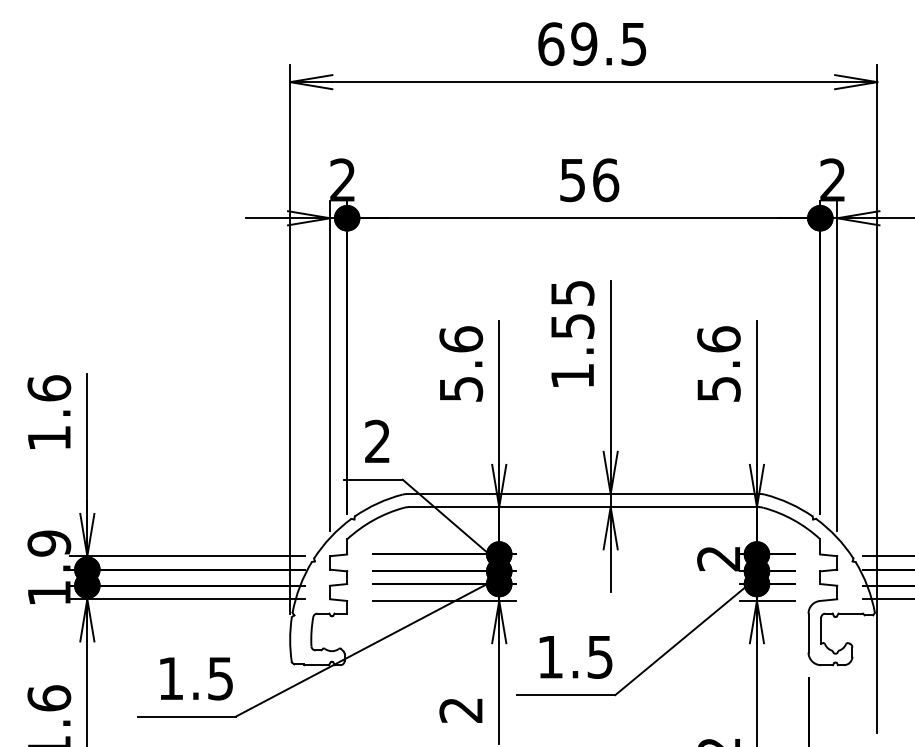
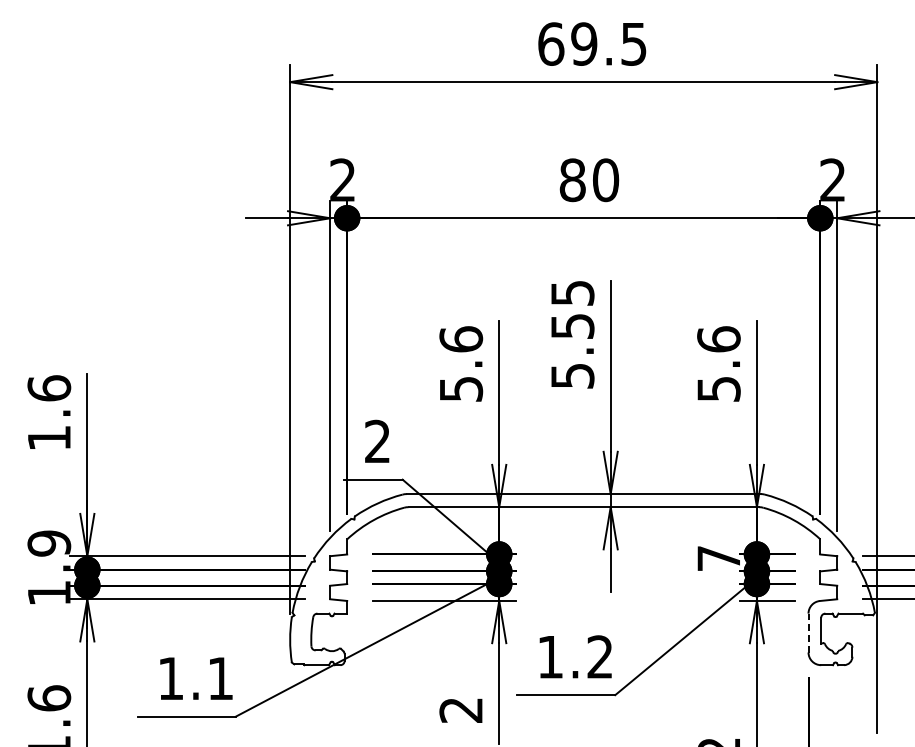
text at (589, 180): 56 -> 80
text at (572, 376): 1.55 -> 5.55
text at (718, 558): 2 -> 7
line at (808, 632): solid -> dashed
text at (599, 656): 1.5 -> 1.2
text at (220, 678): 1.5 -> 1.1
